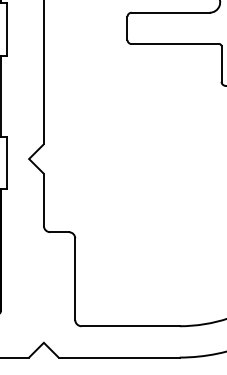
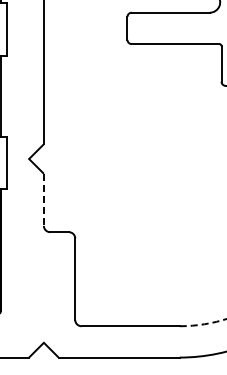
line at (43, 200): solid -> dashed
arc at (204, 324): solid -> dashed
